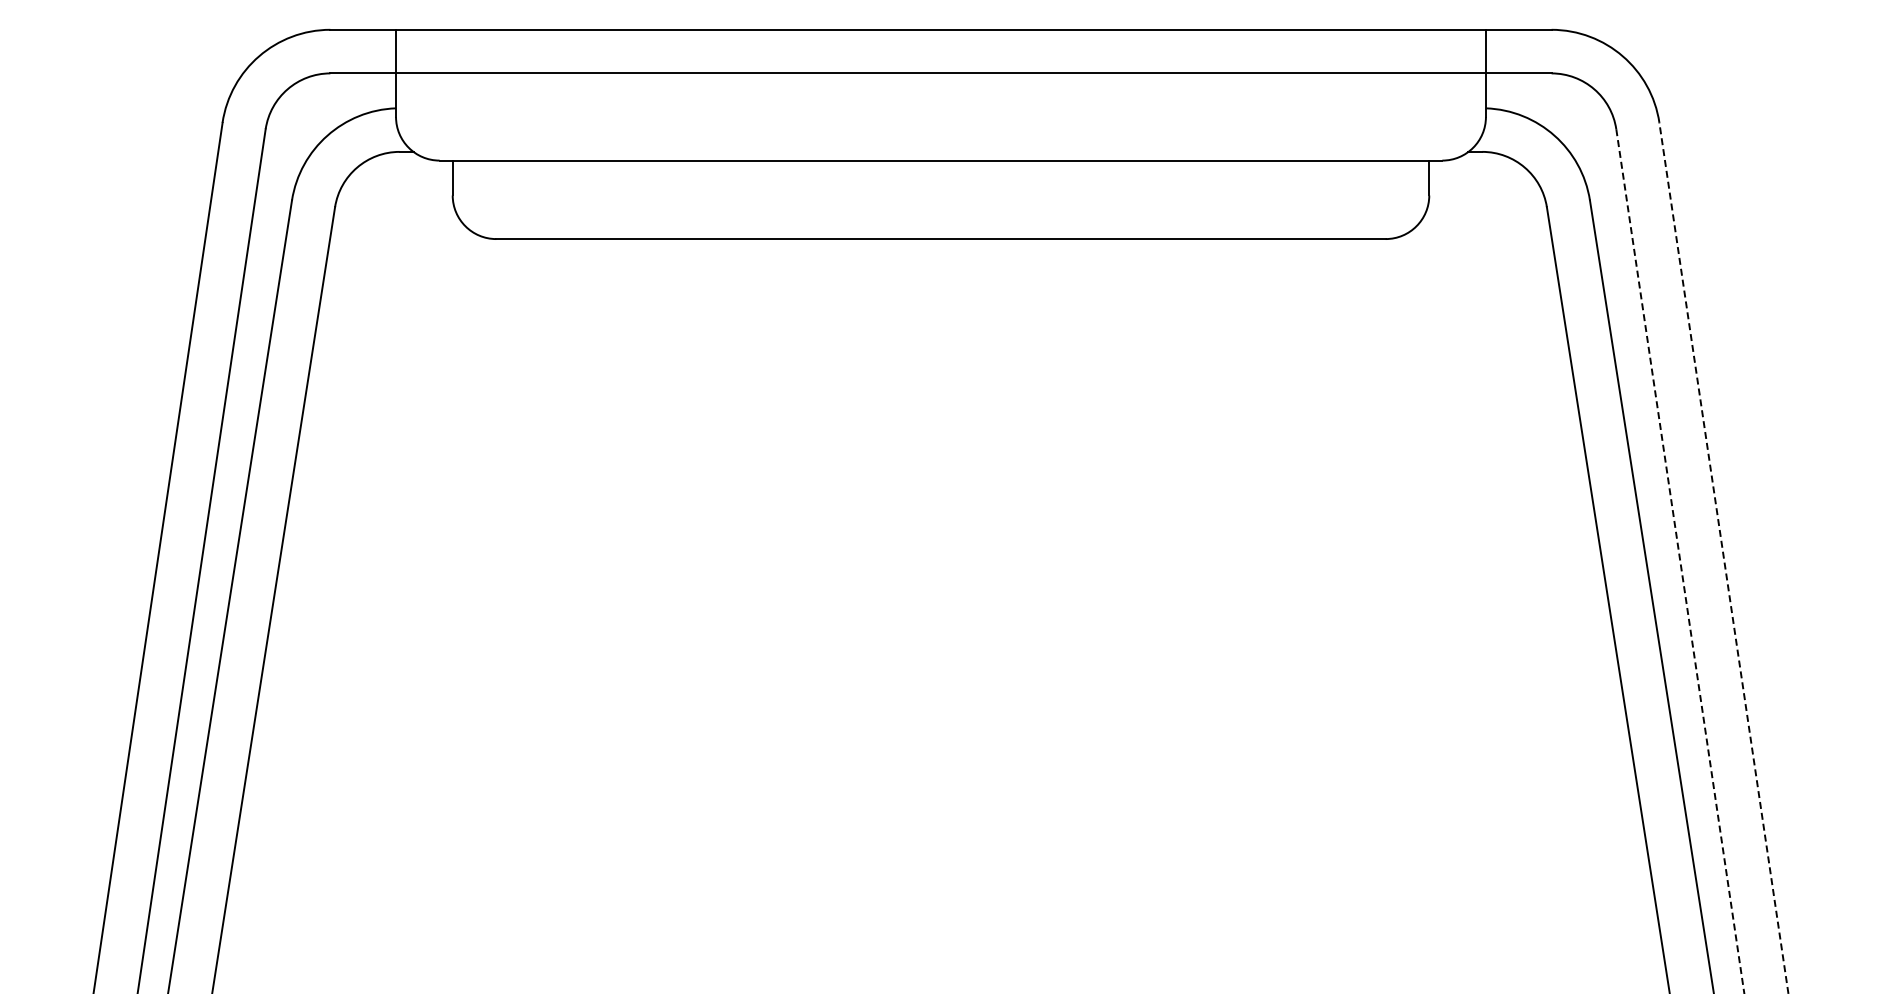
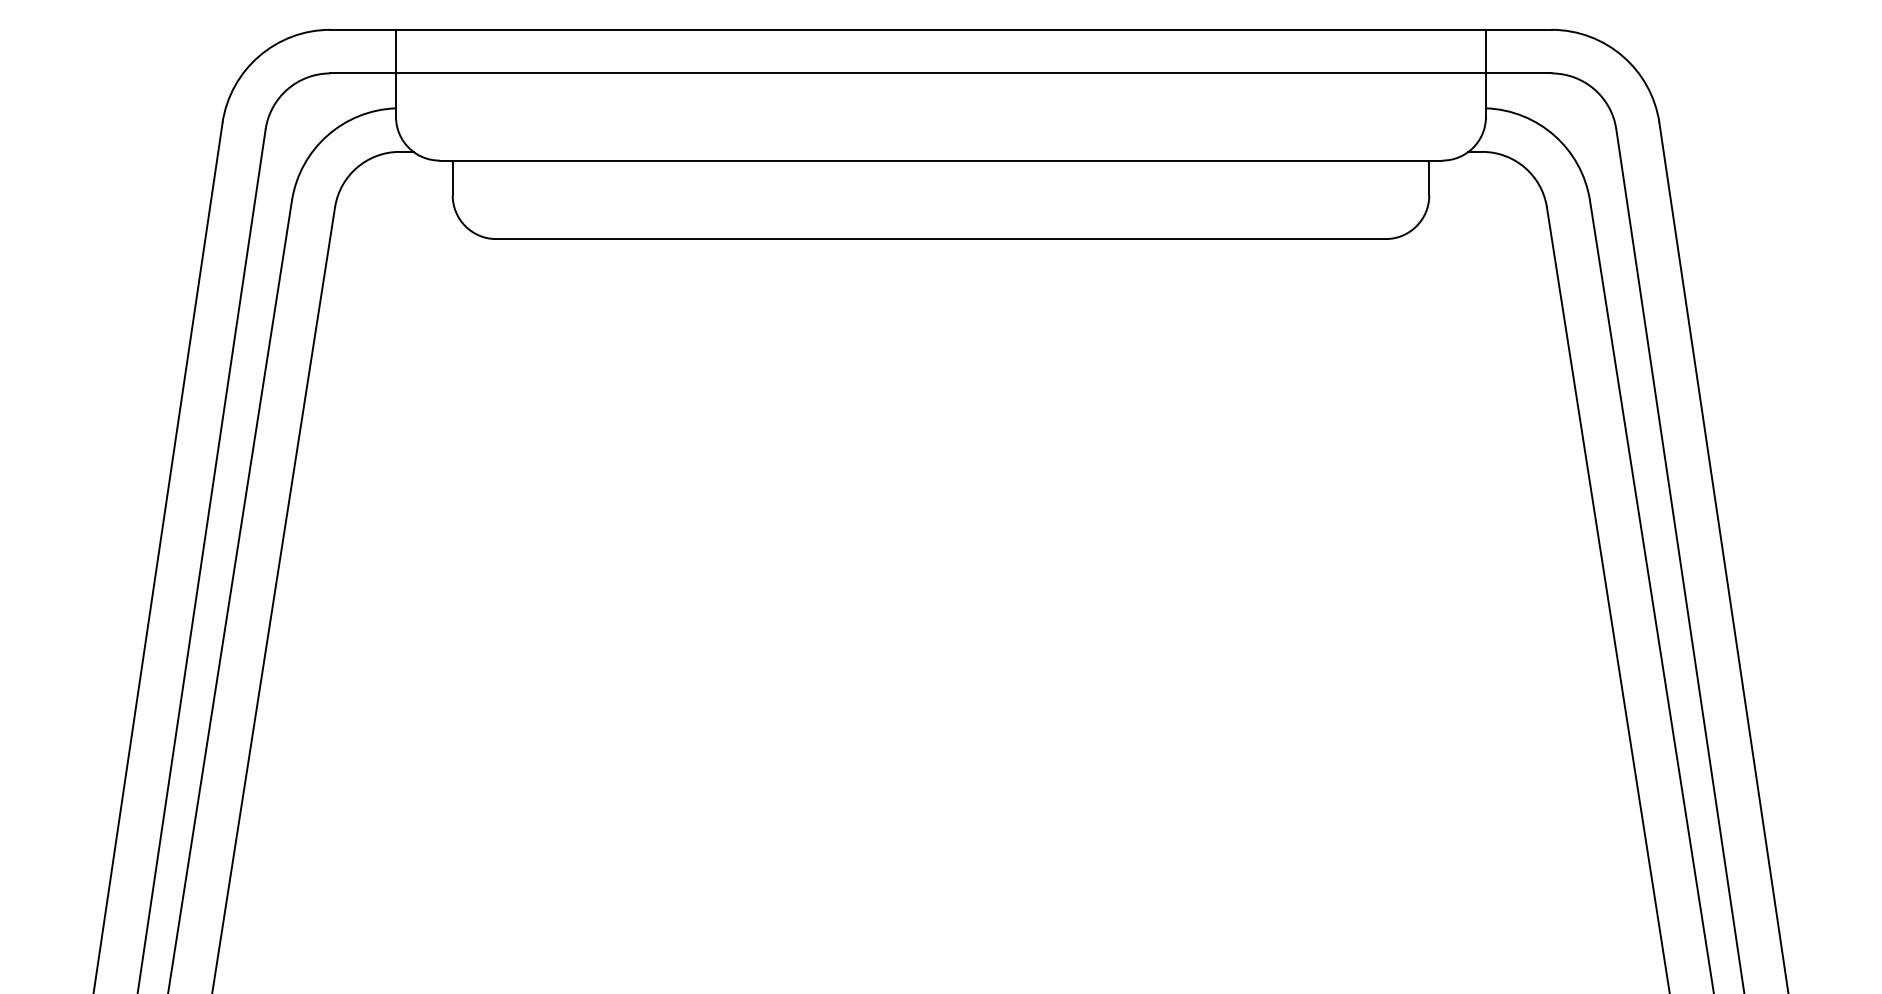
line at (1723, 557): dashed -> solid
line at (1680, 561): dashed -> solid
